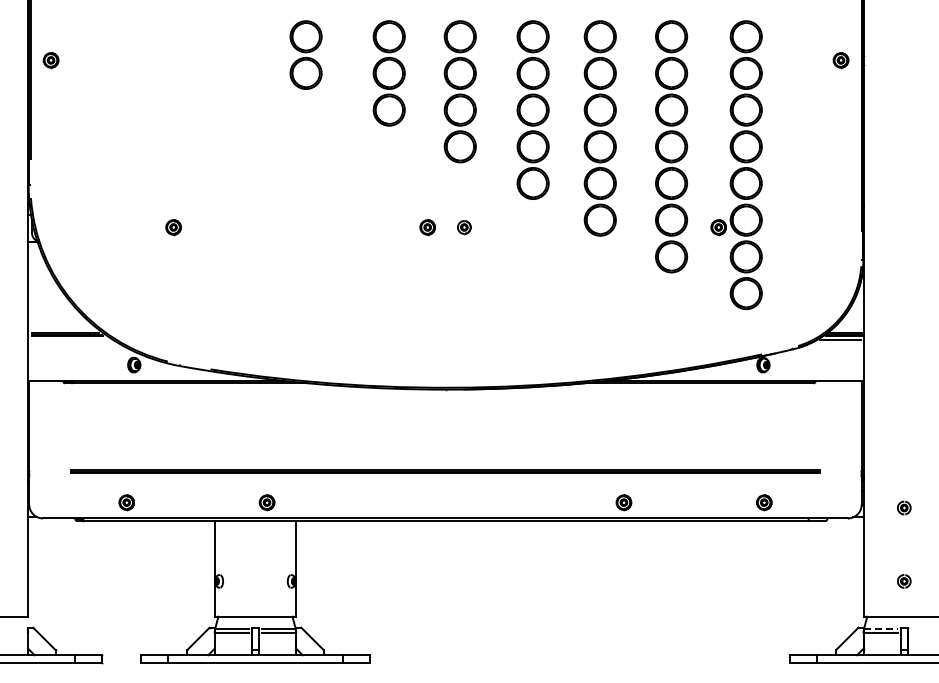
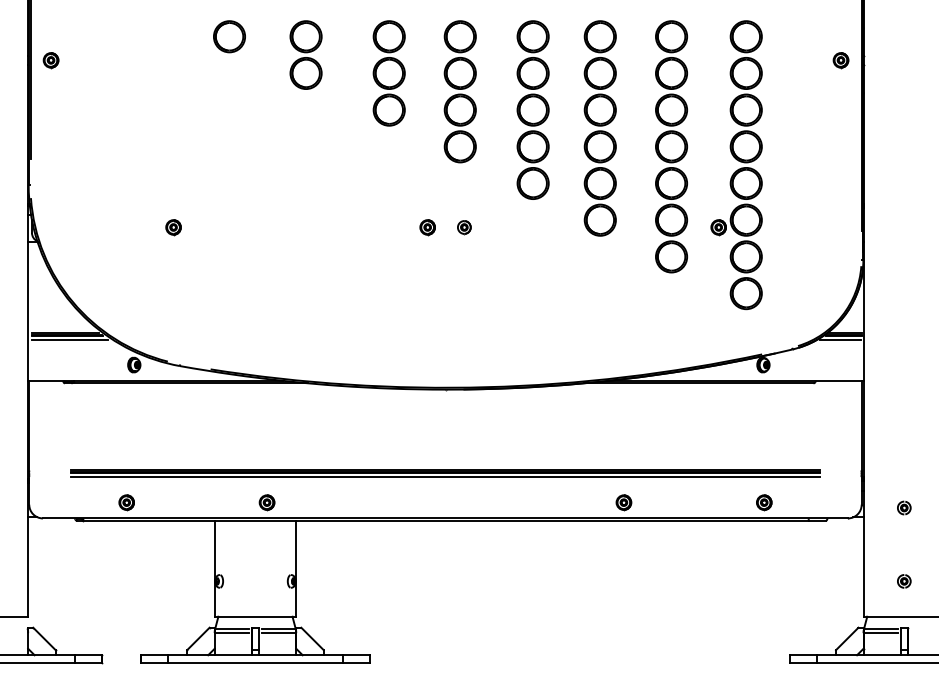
part at (229, 36): none -> present
line at (70, 339): none -> present
line at (445, 477): none -> present
line at (880, 628): dashed -> solid
